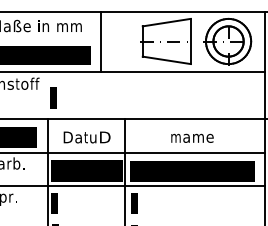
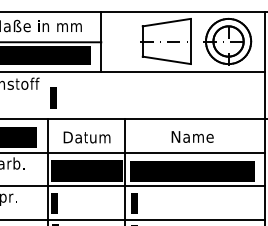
line at (51, 42): none -> present
text at (175, 136): m -> N
text at (104, 137): D -> m
line at (133, 219): none -> present
